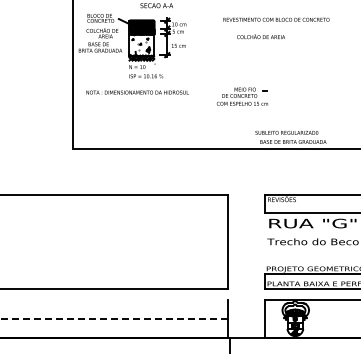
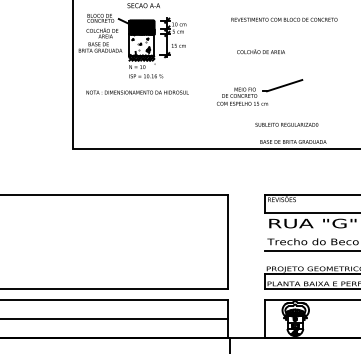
text at (156, 5) position: (156, 5) -> (143, 5)
text at (276, 19) position: (276, 19) -> (284, 19)
text at (260, 36) position: (260, 36) -> (260, 51)
line at (284, 85): none -> present
text at (286, 132) position: (286, 132) -> (286, 124)
line at (311, 251): none -> present
line at (114, 300): none -> present
line at (114, 318): dashed -> solid
